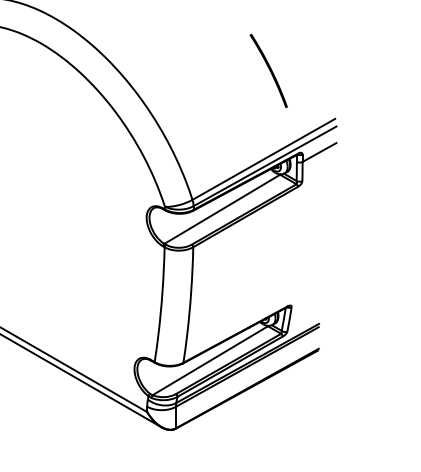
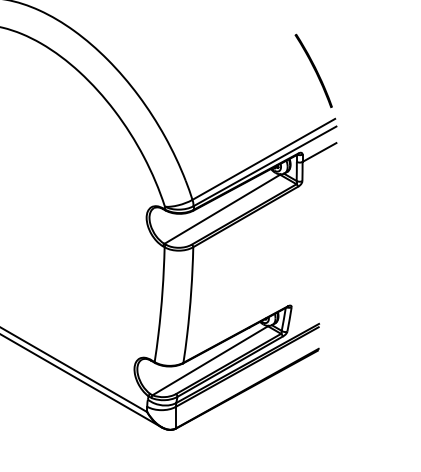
part at (268, 70) position: (268, 70) -> (313, 70)
